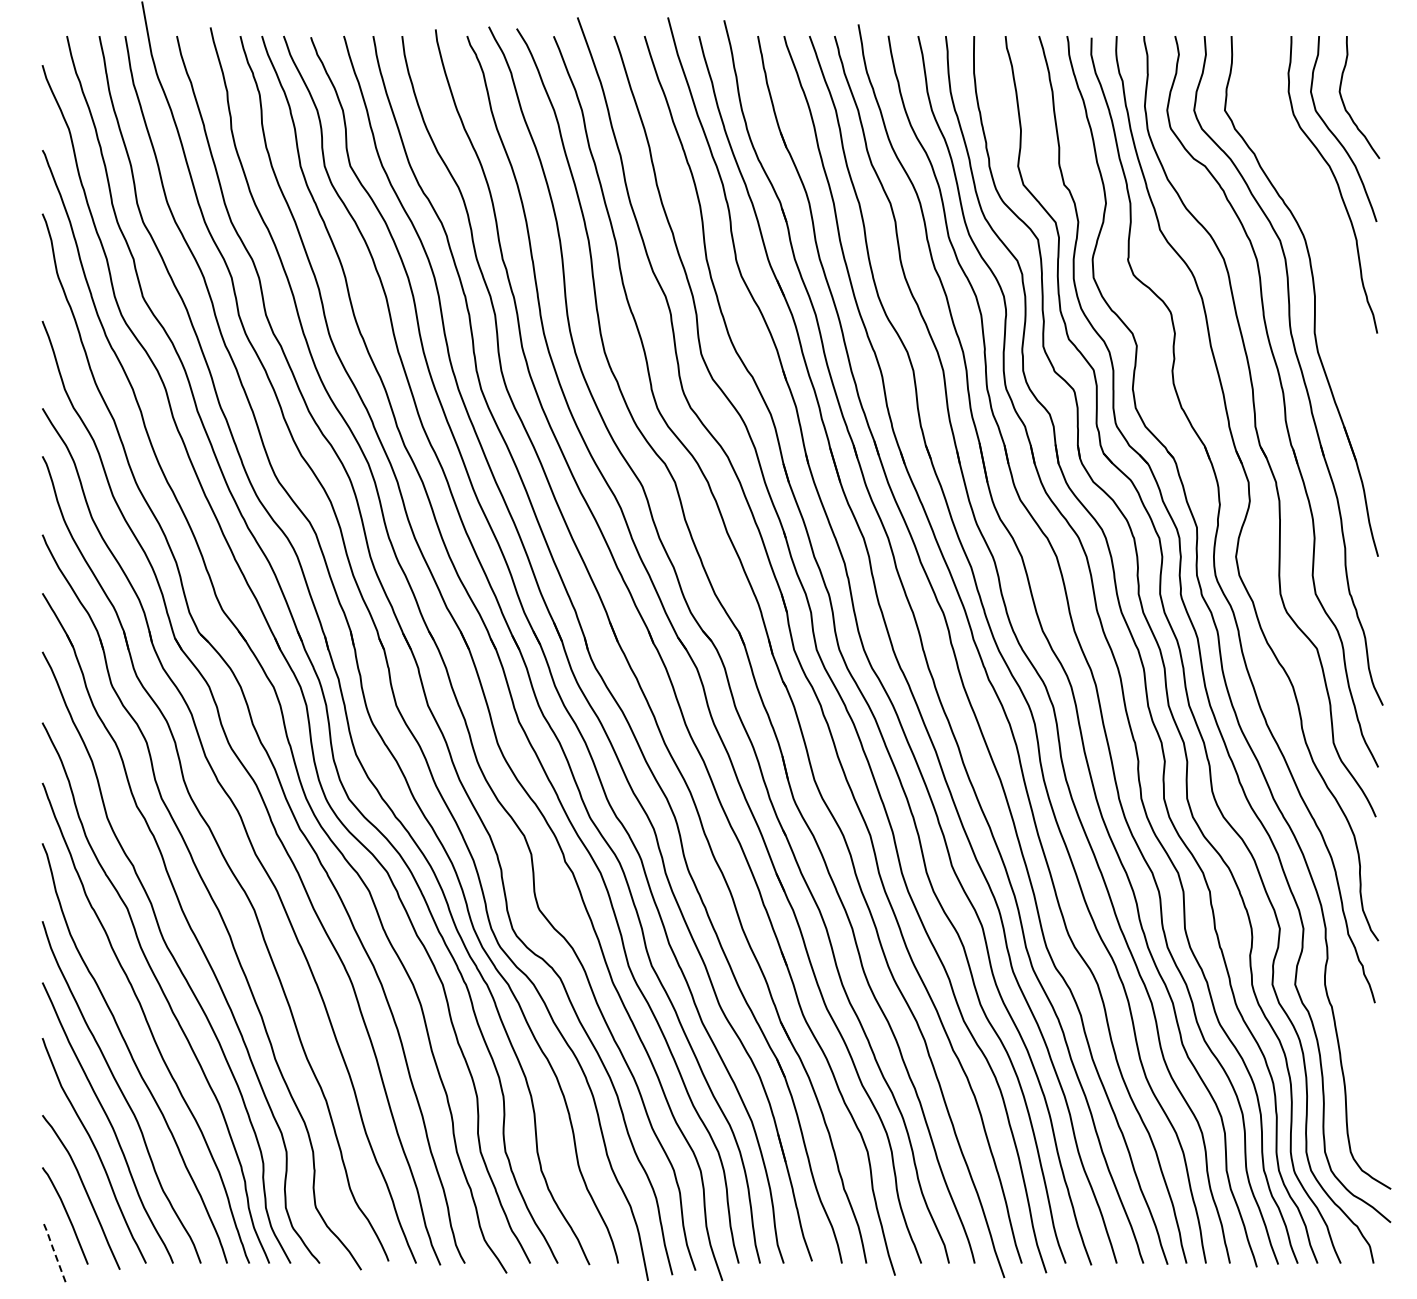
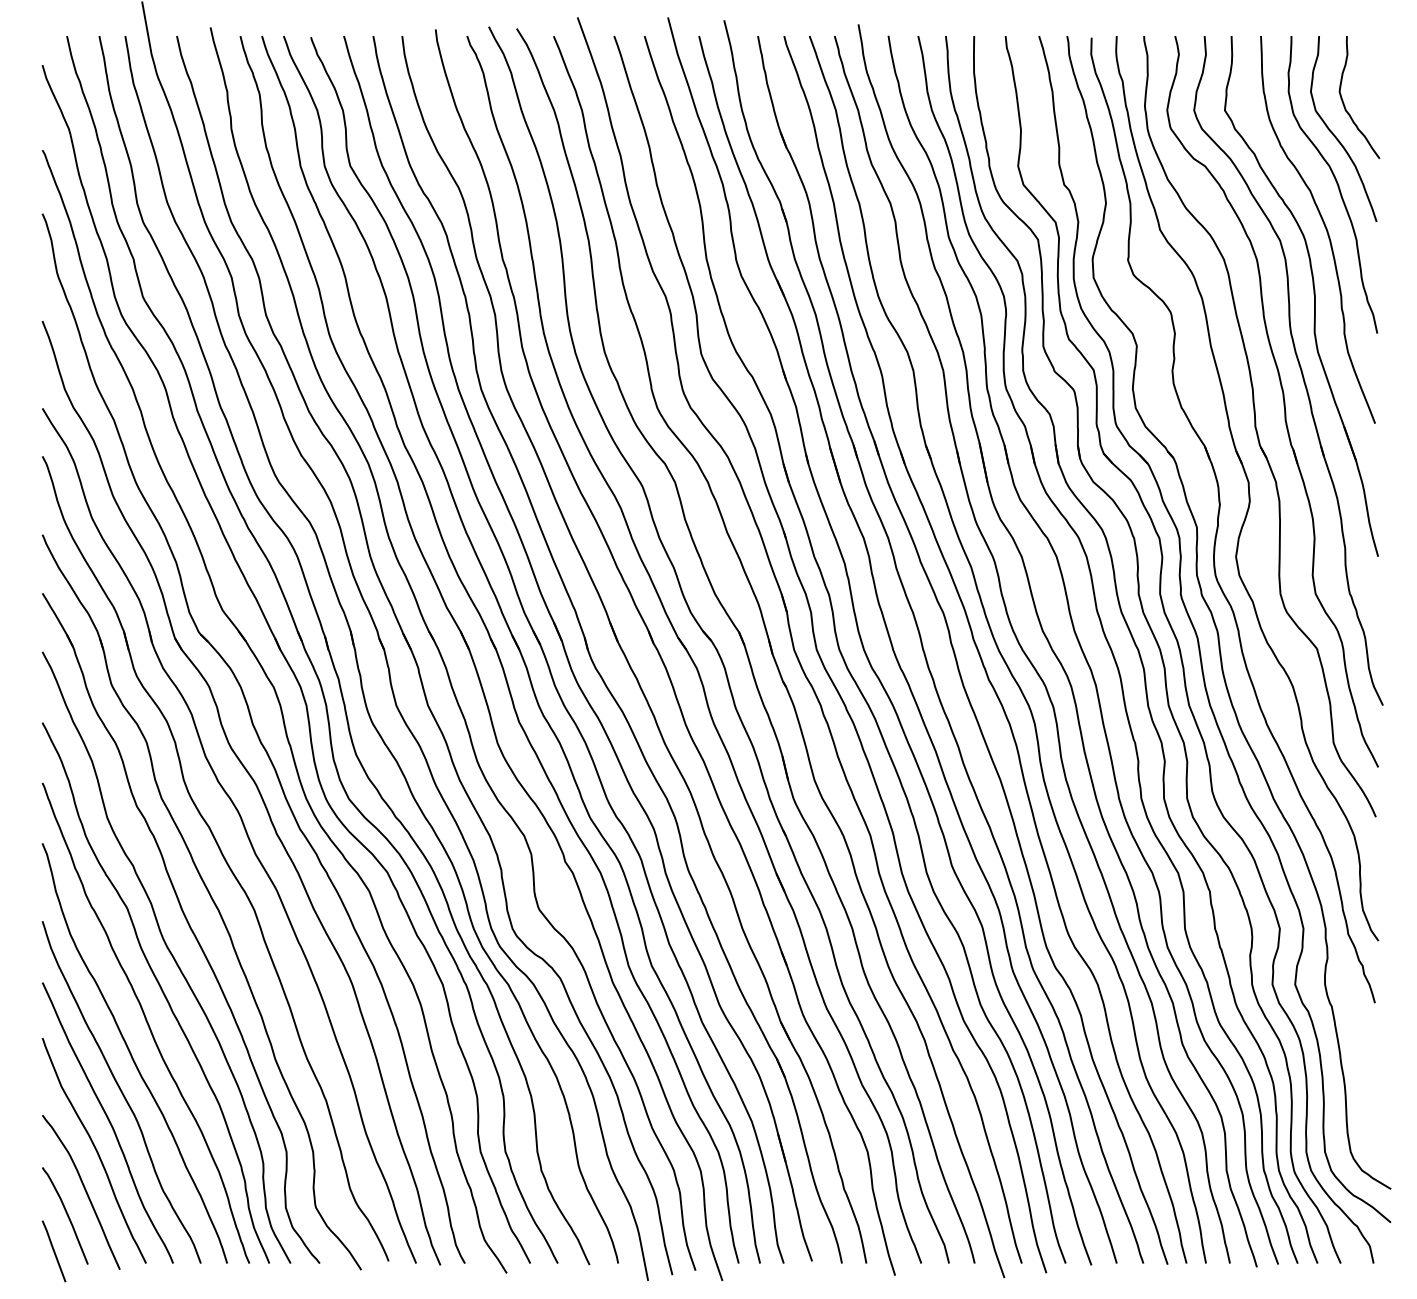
curve at (1324, 227): none -> present
line at (53, 1249): dashed -> solid
